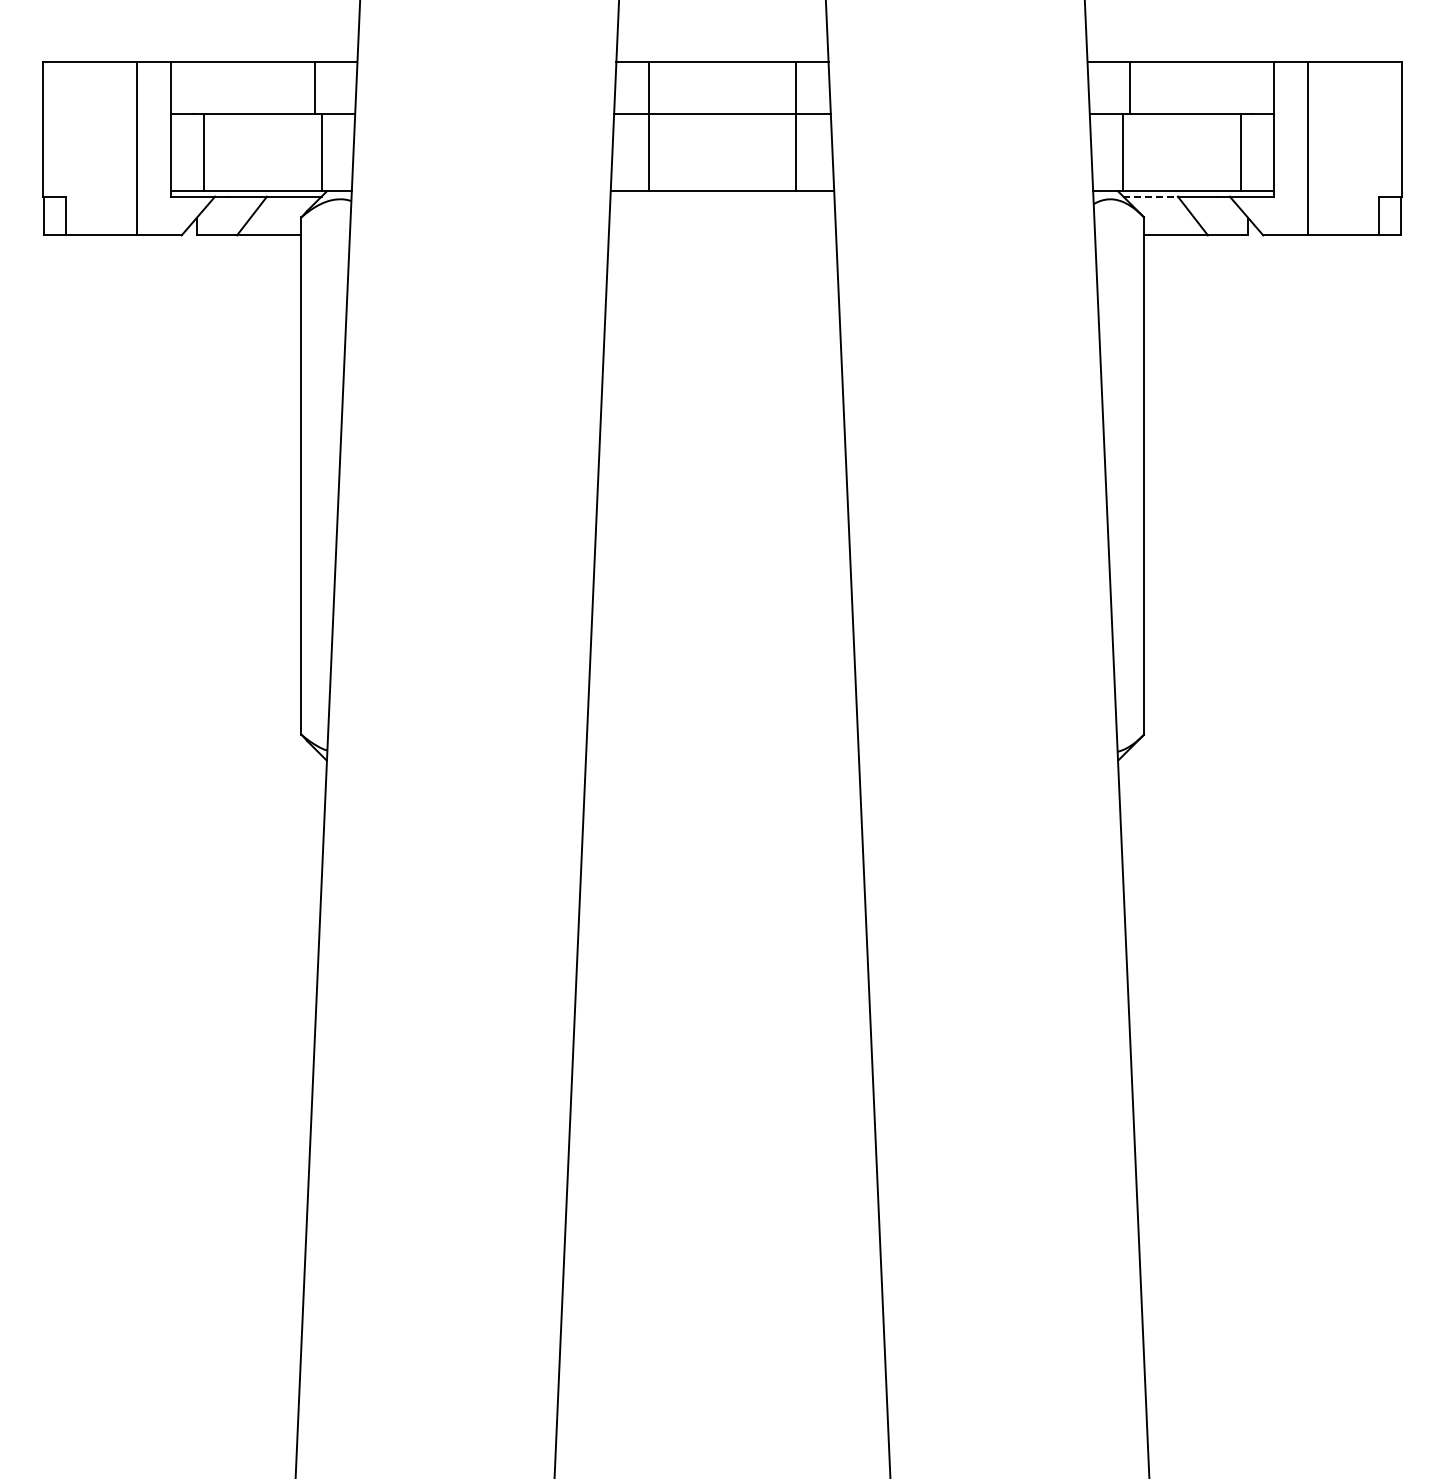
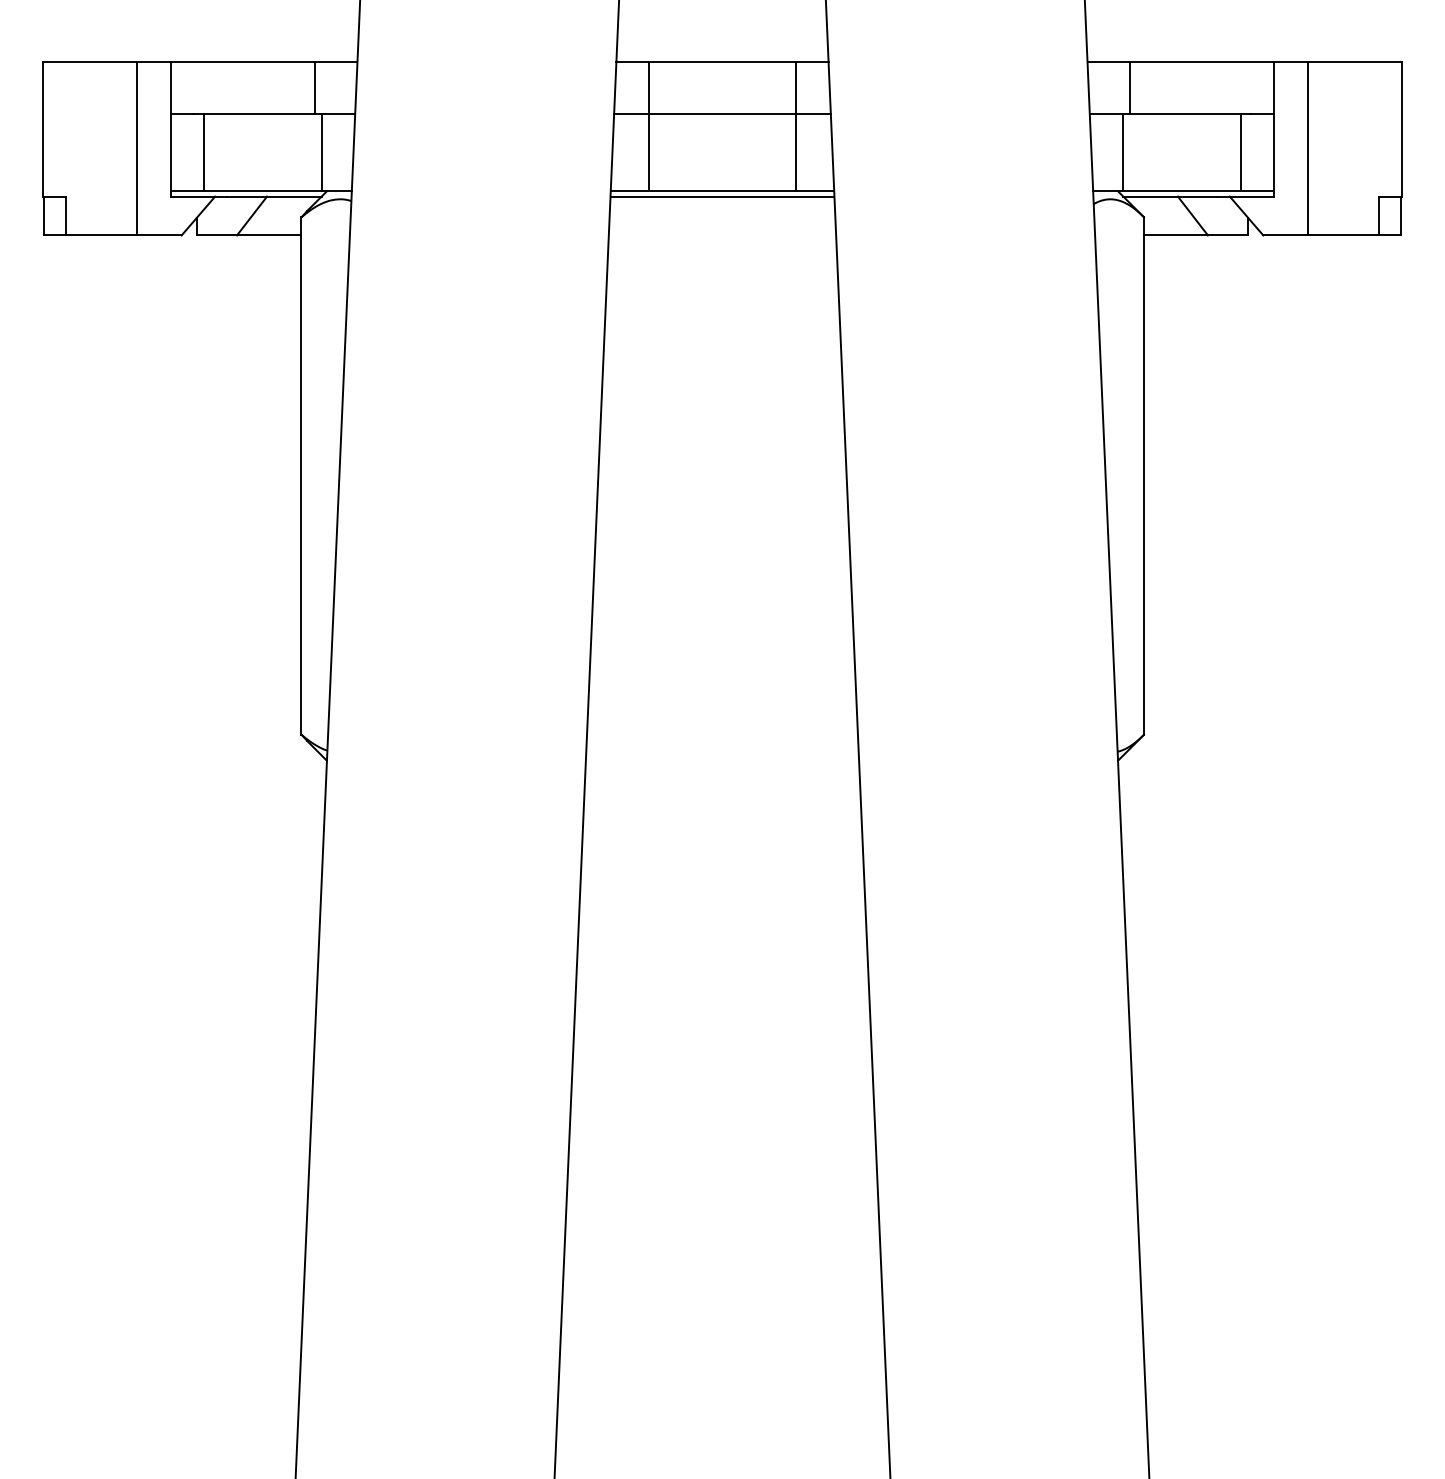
line at (722, 196): none -> present
line at (1151, 196): dashed -> solid
